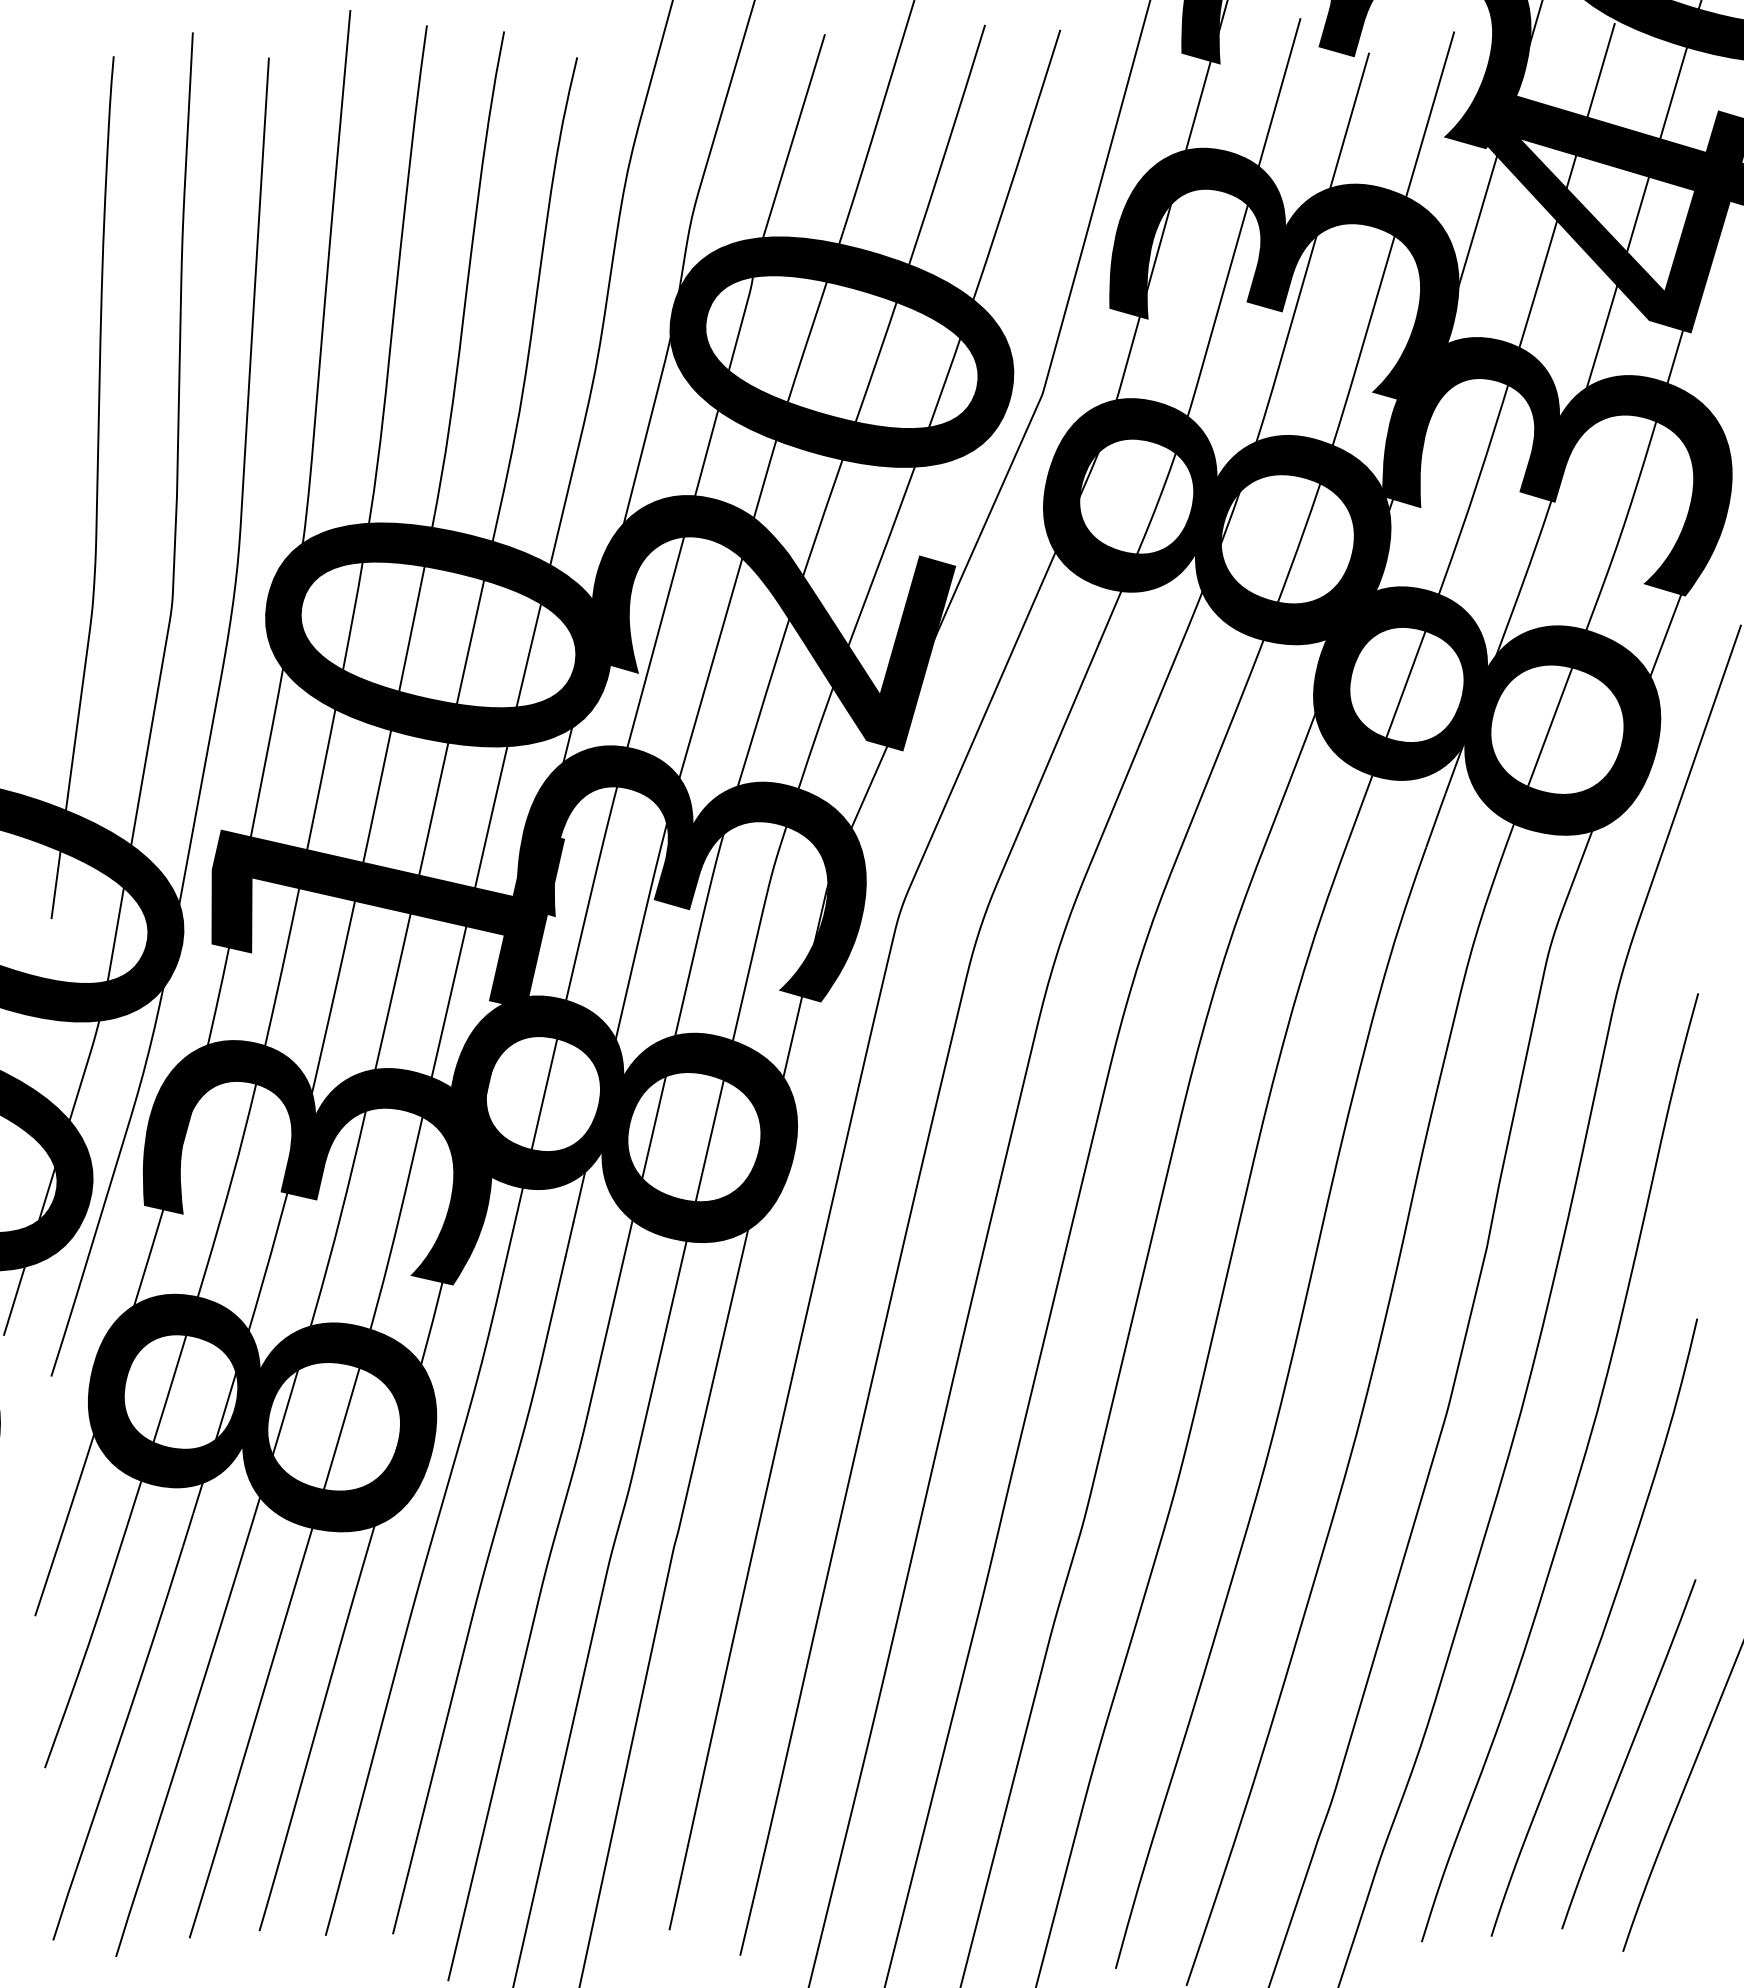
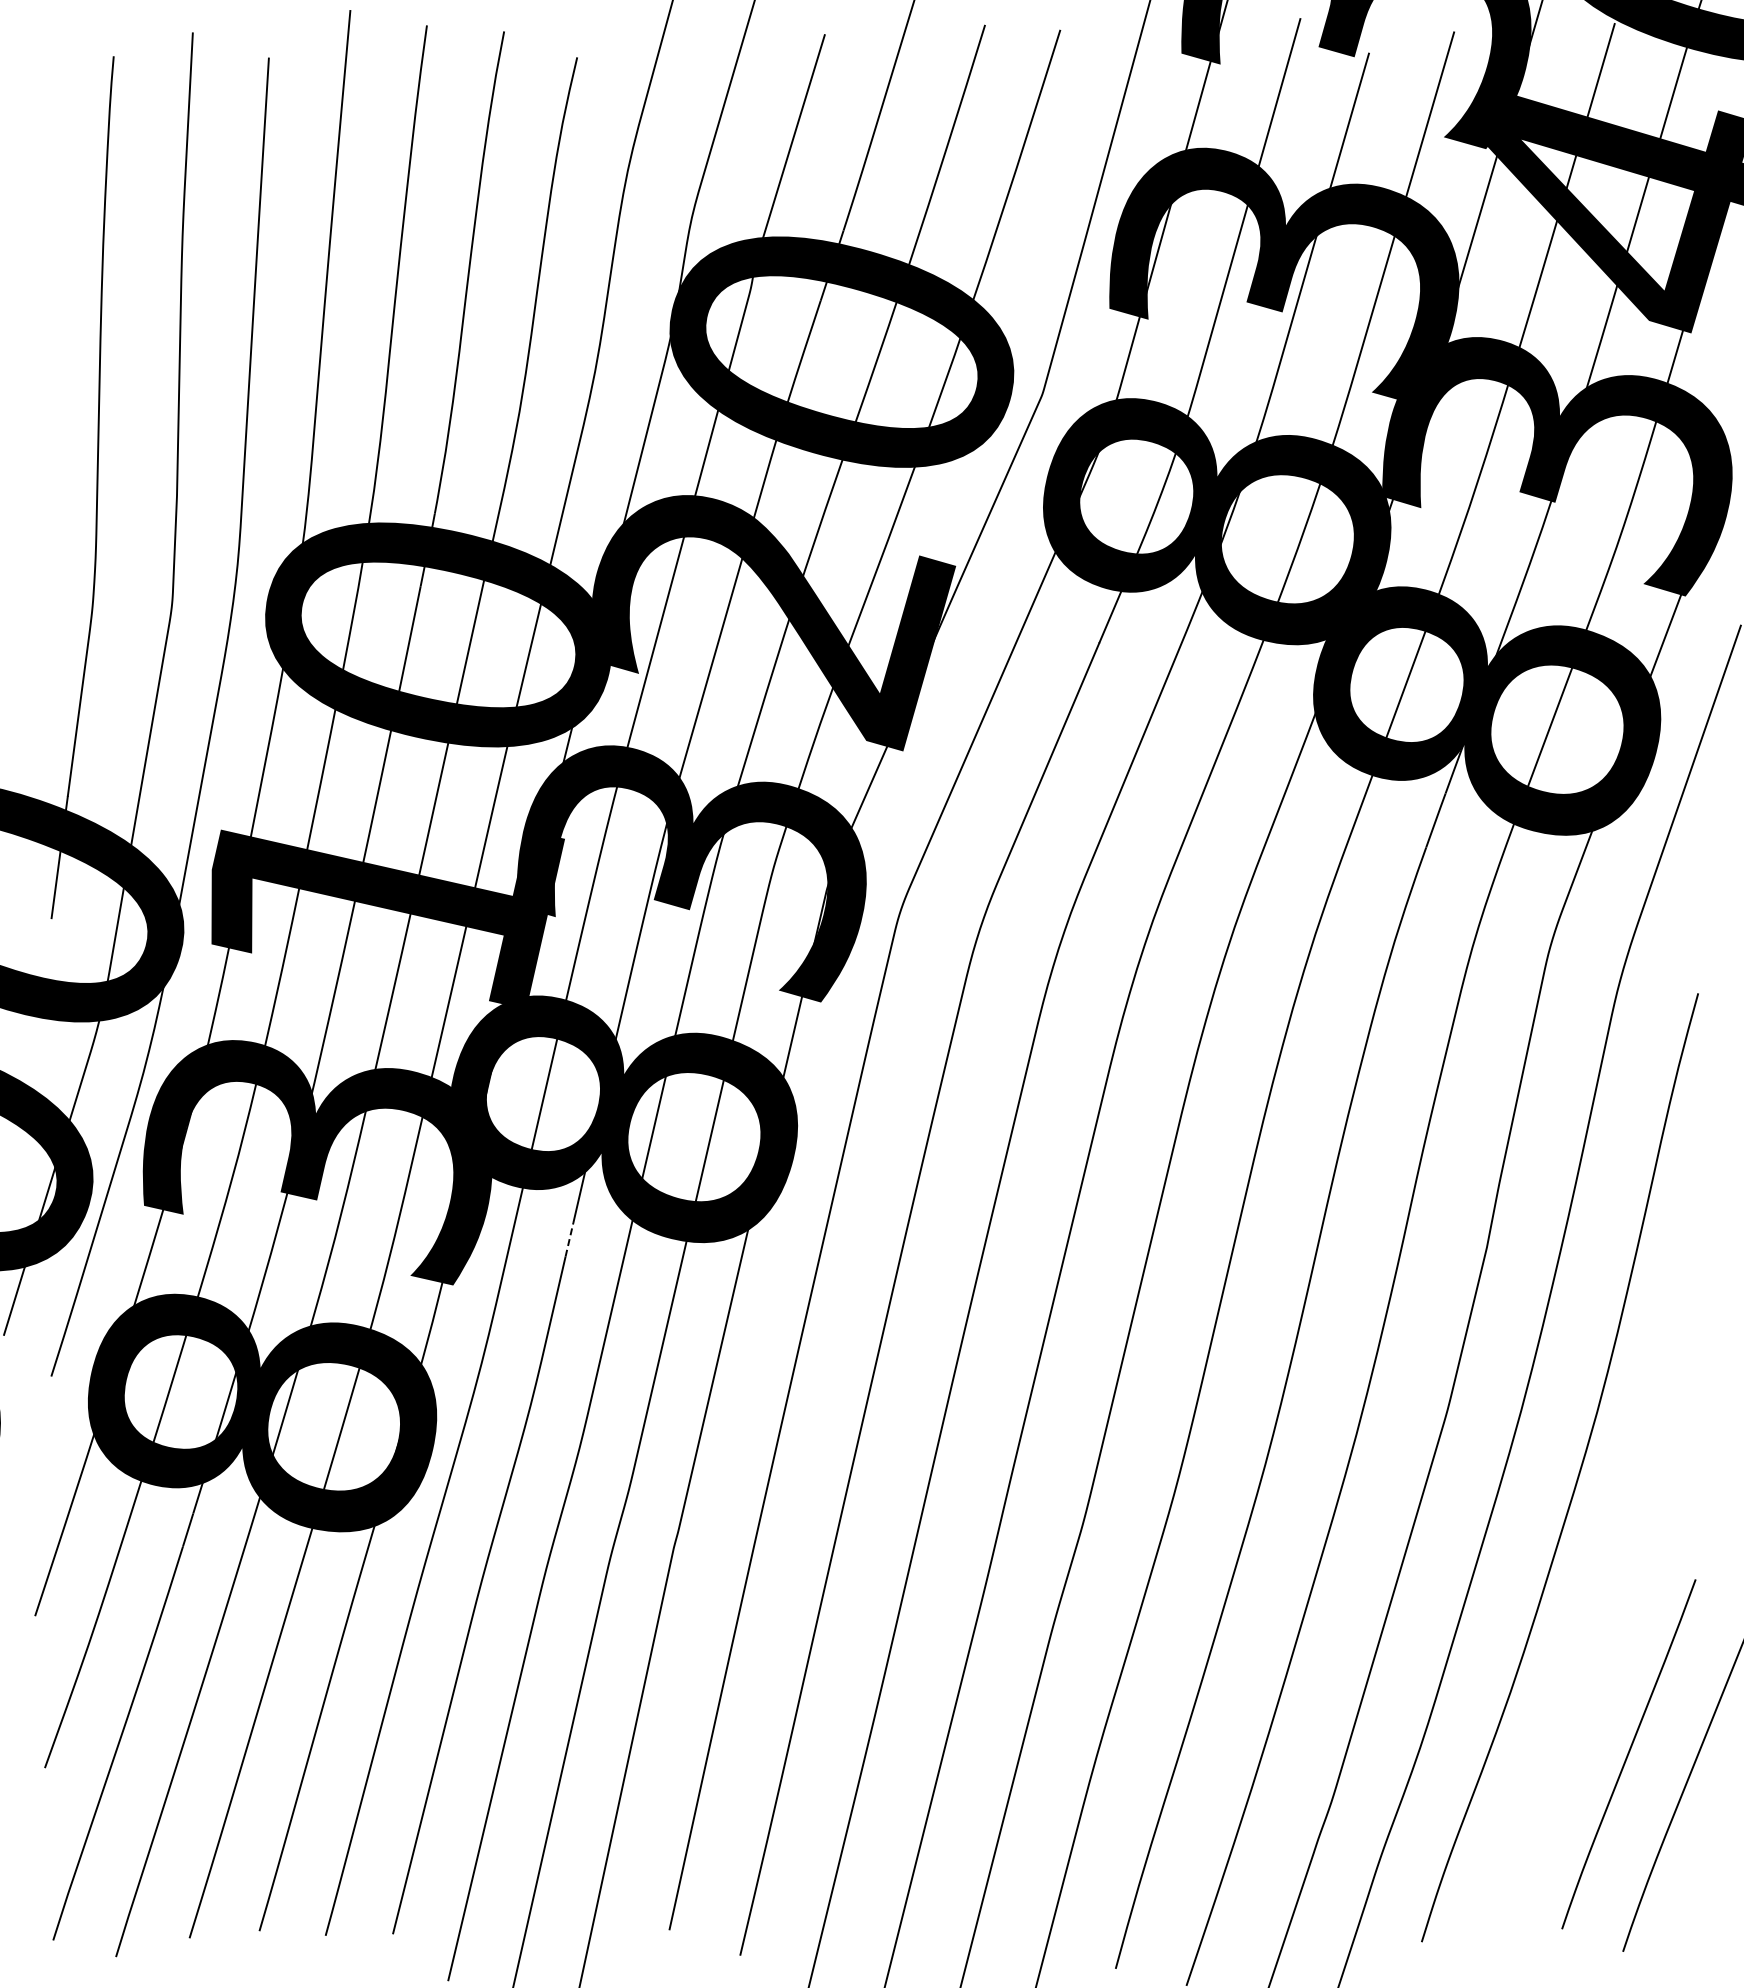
line at (569, 1239): solid -> dashed
curve at (1602, 1631): present -> none
